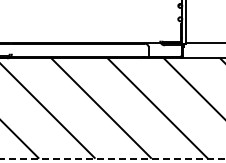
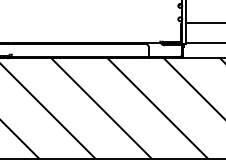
line at (204, 23): none -> present
line at (113, 158): dashed -> solid
